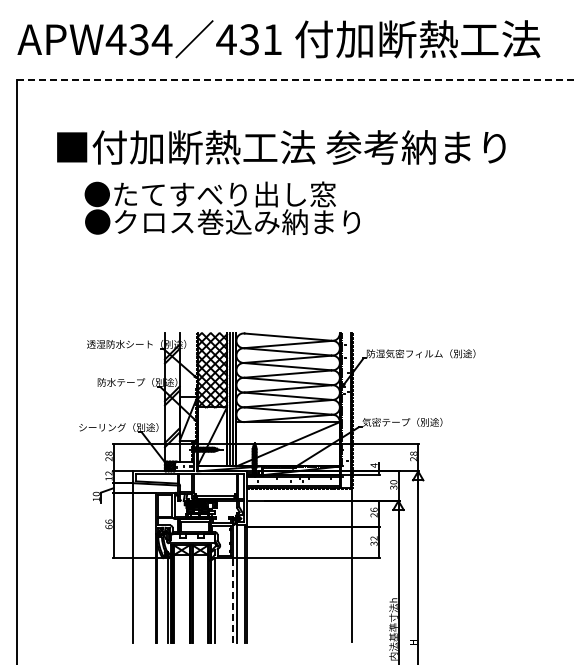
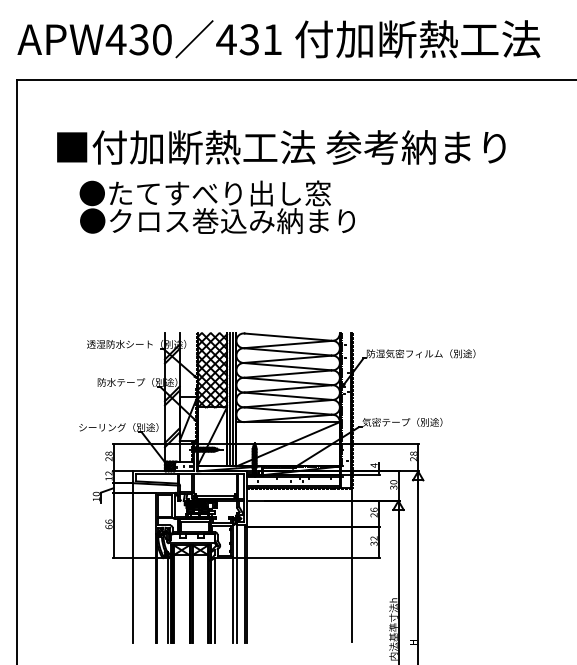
text at (161, 39): APW434 -> APW430
line at (297, 79): dashed -> solid
text at (221, 207) position: (221, 207) -> (216, 206)
line at (232, 599): dashed -> solid
